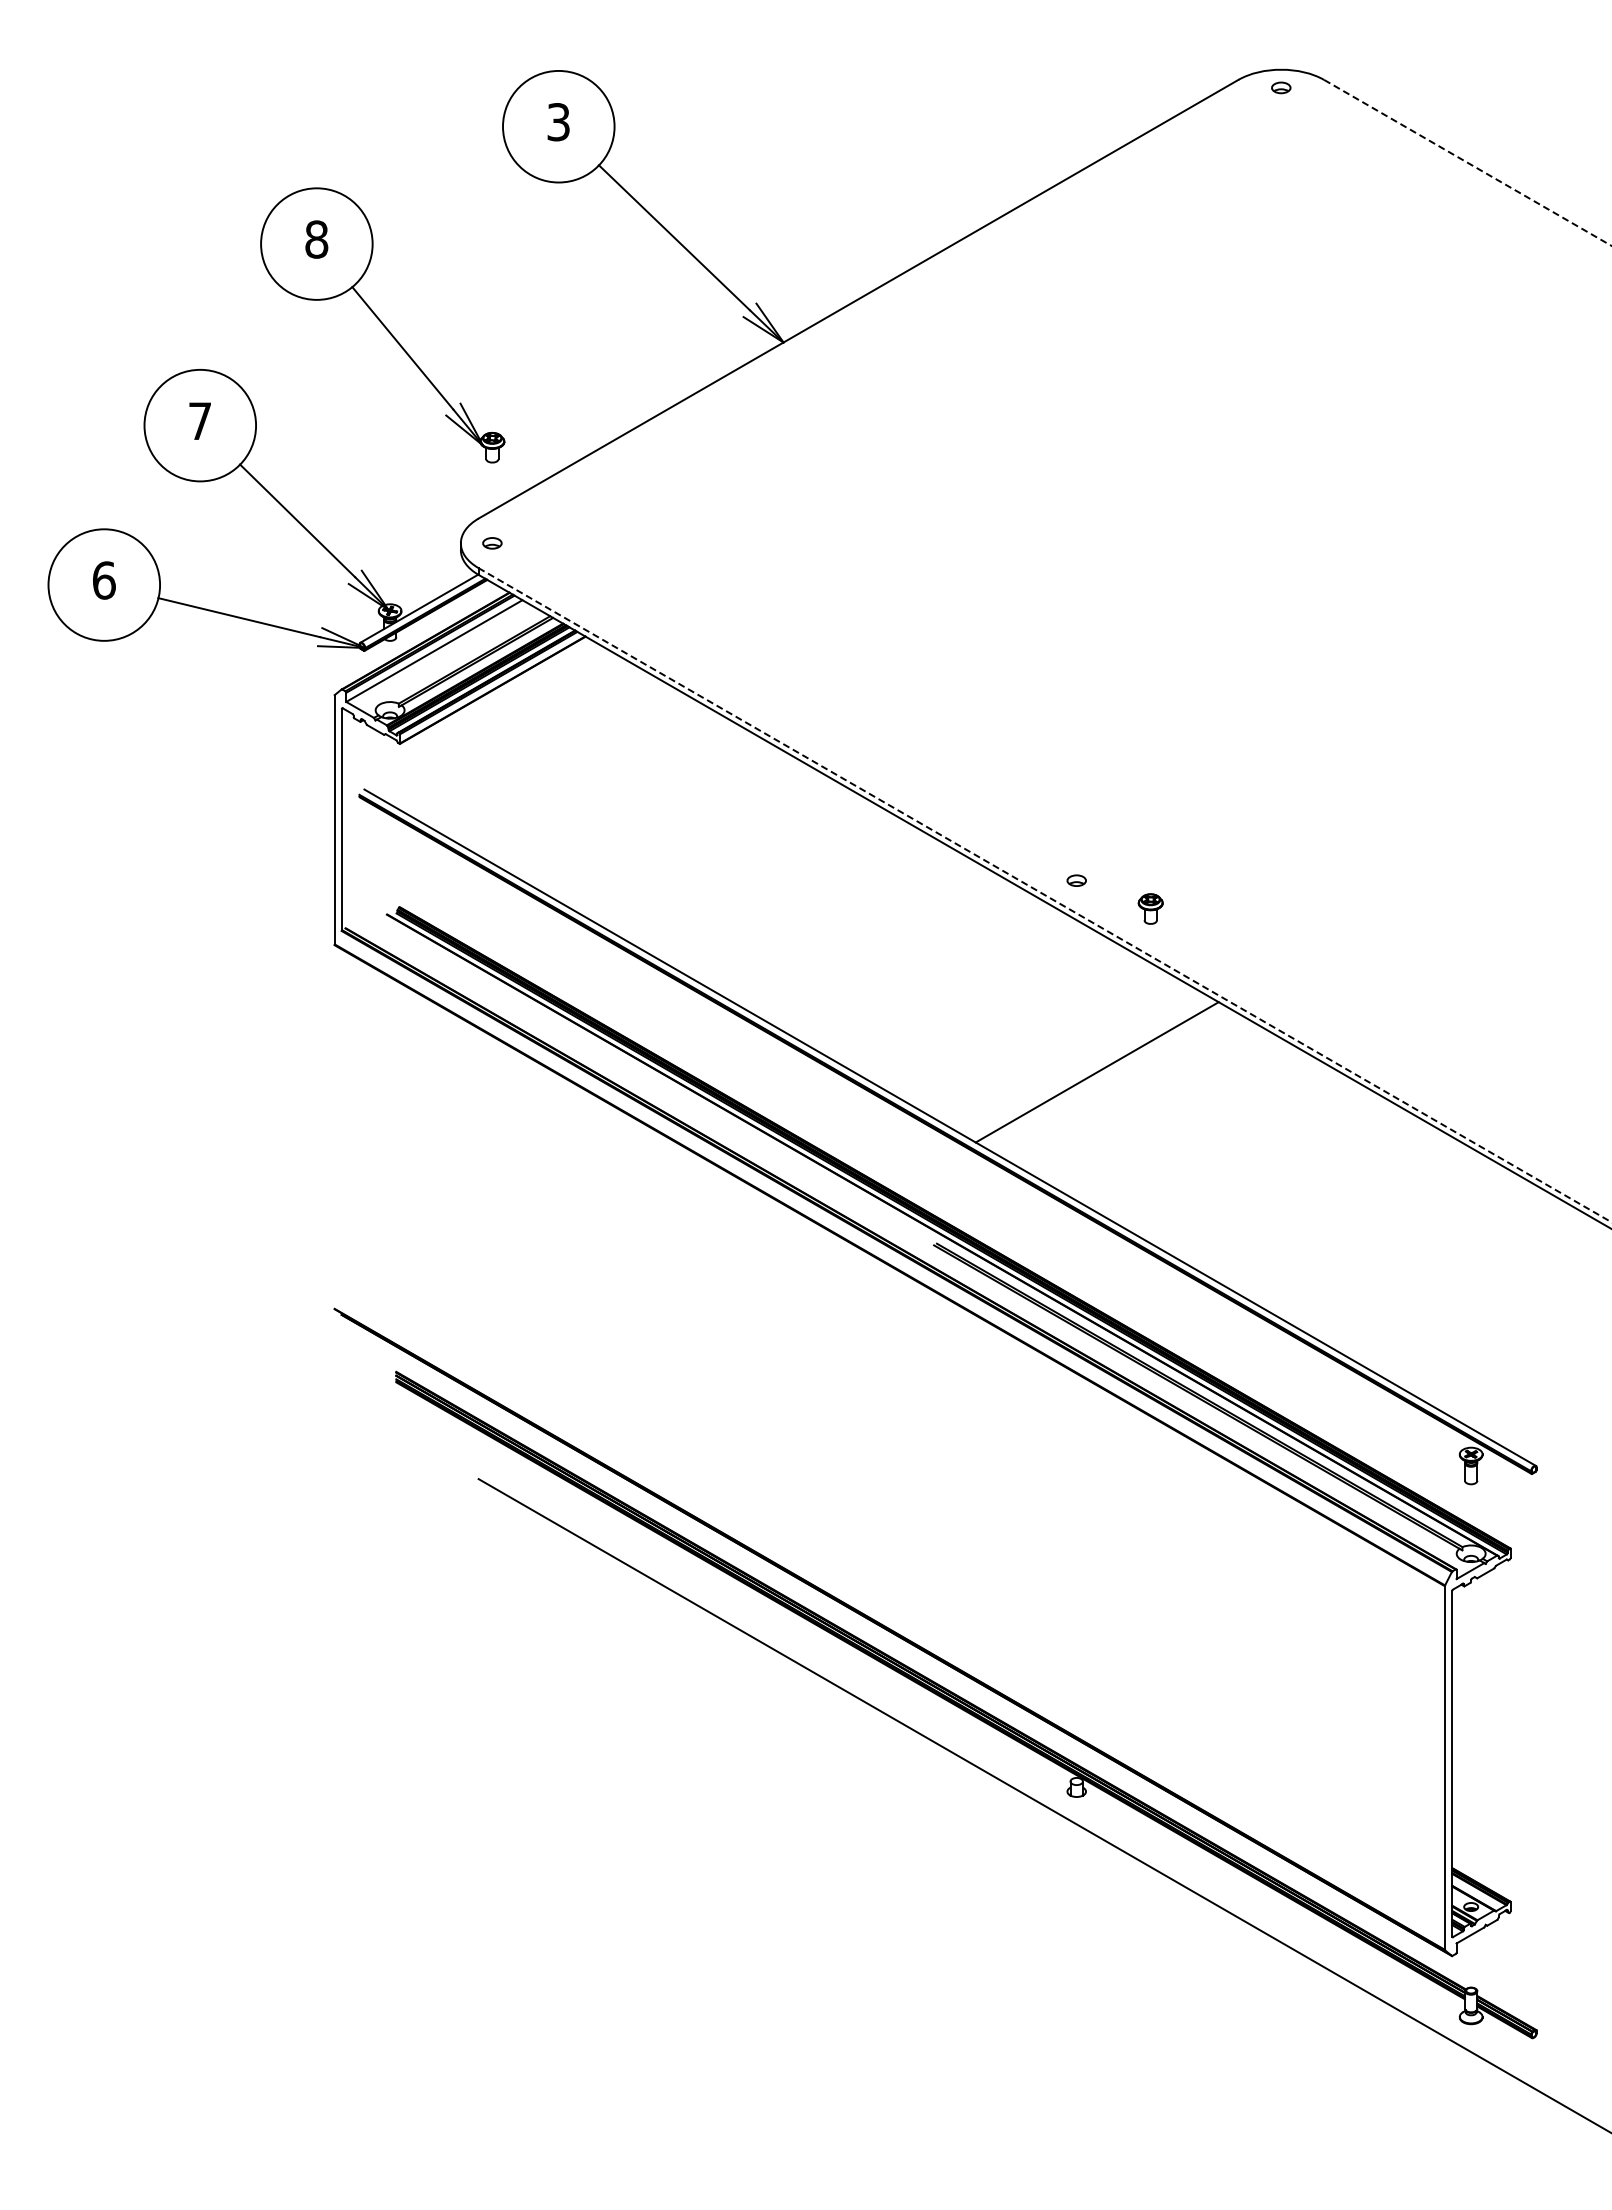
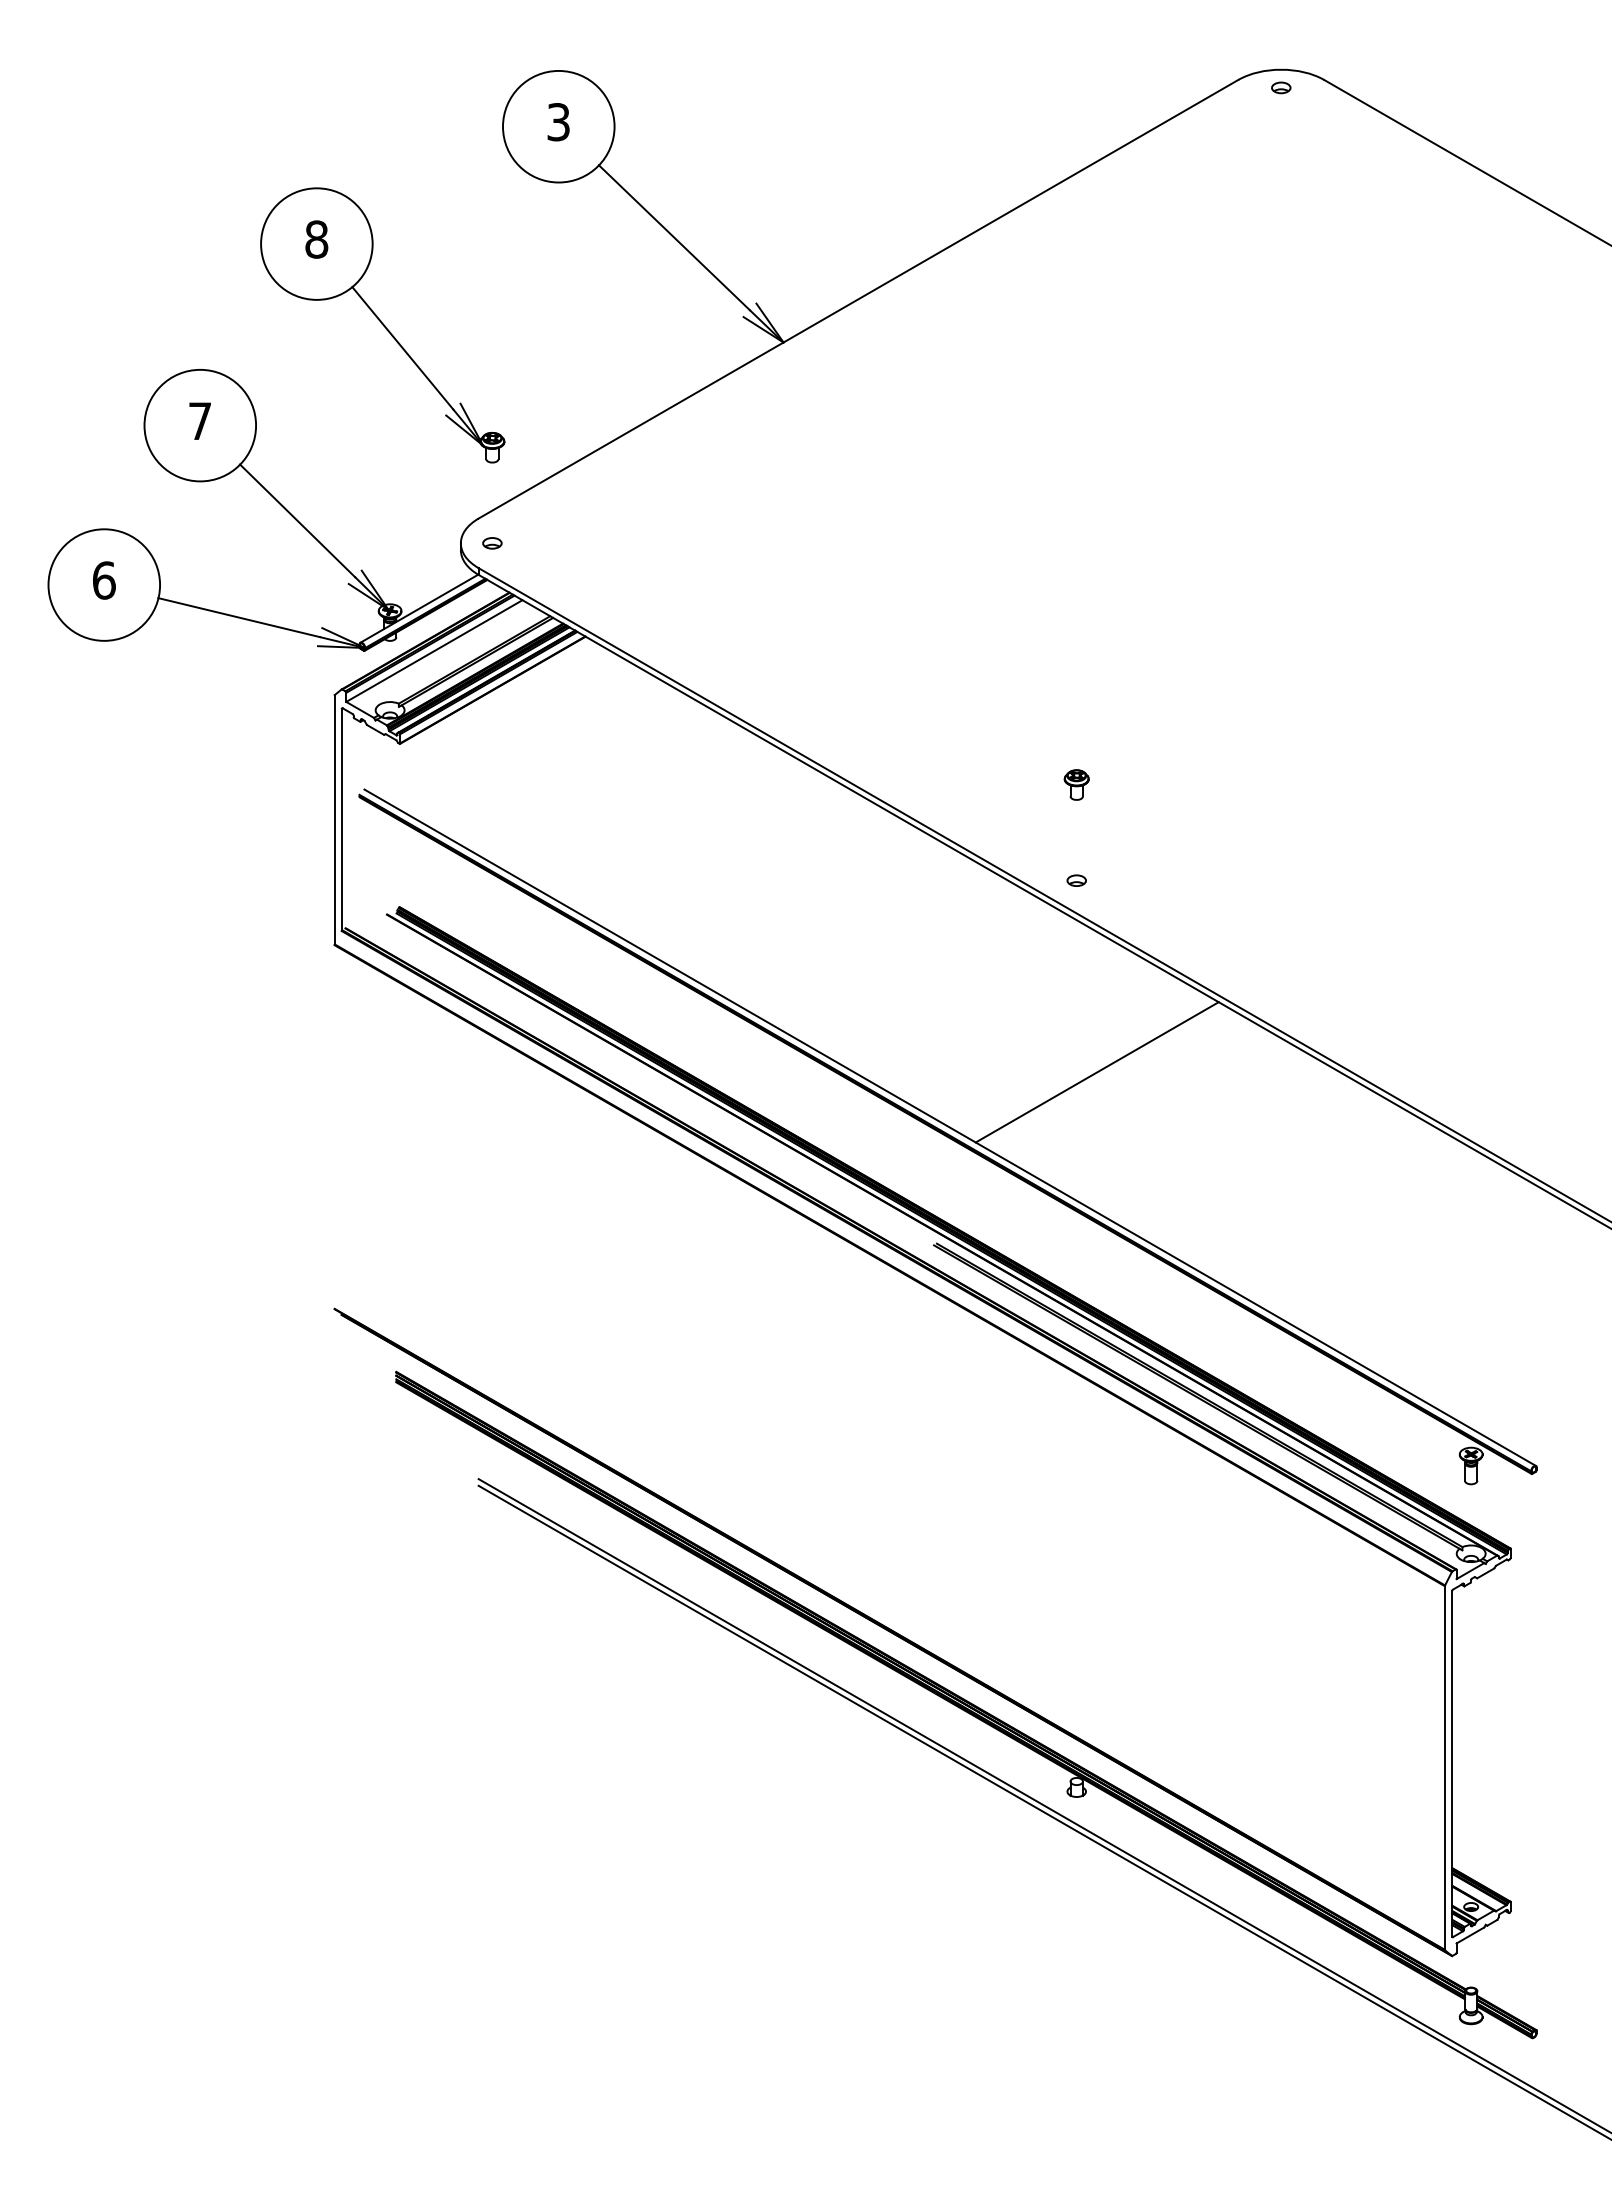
line at (1467, 162): dashed -> solid
line at (1044, 895): dashed -> solid
part at (1150, 908) position: (1150, 908) -> (1076, 784)
line at (1043, 1811): none -> present
